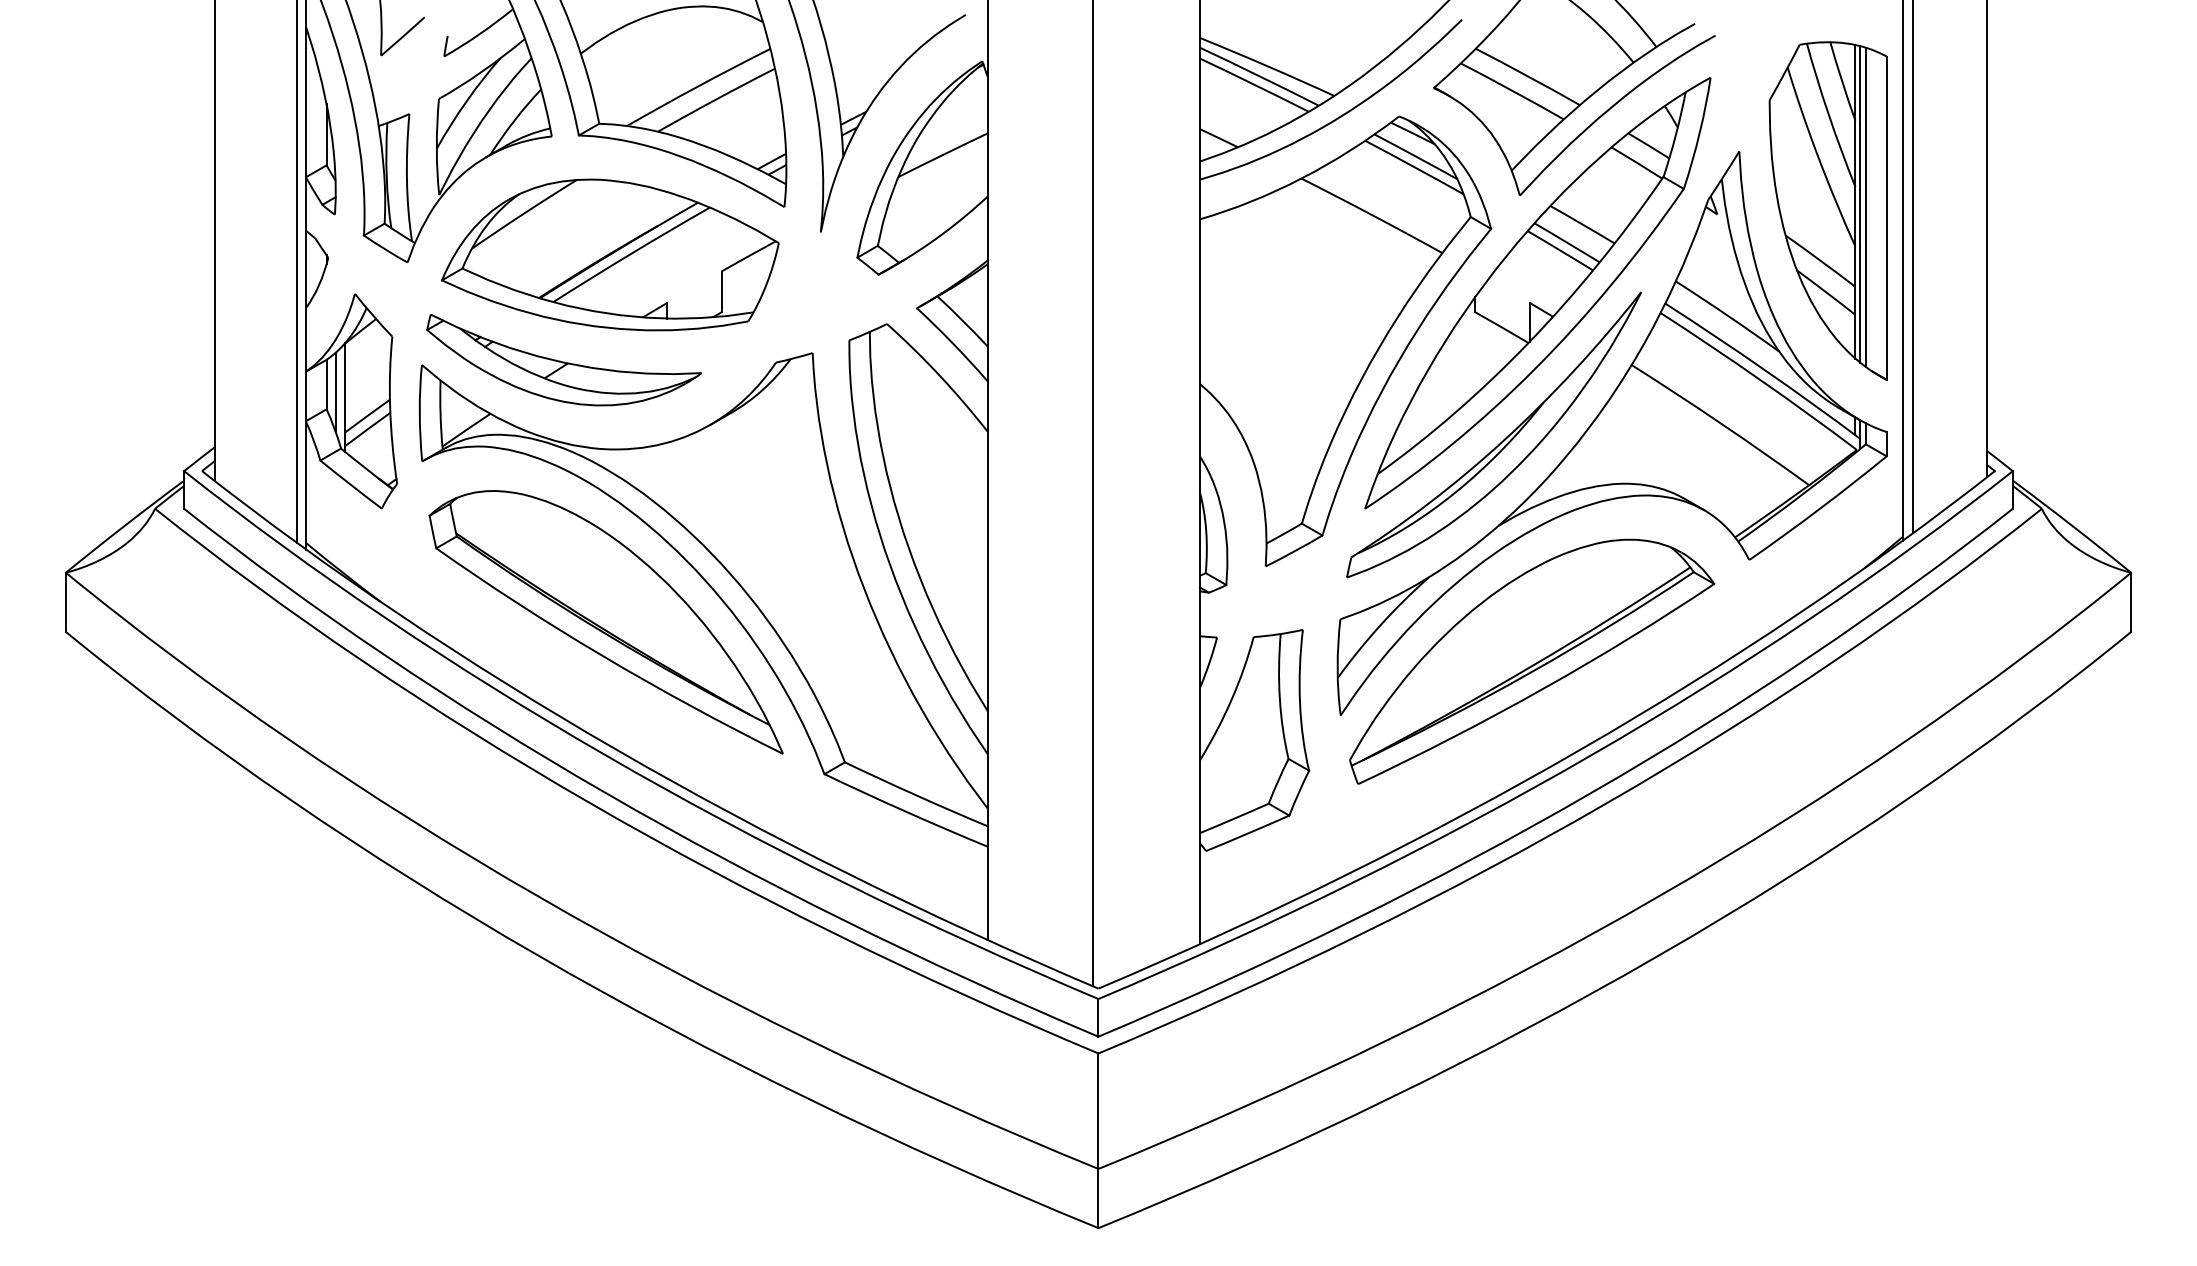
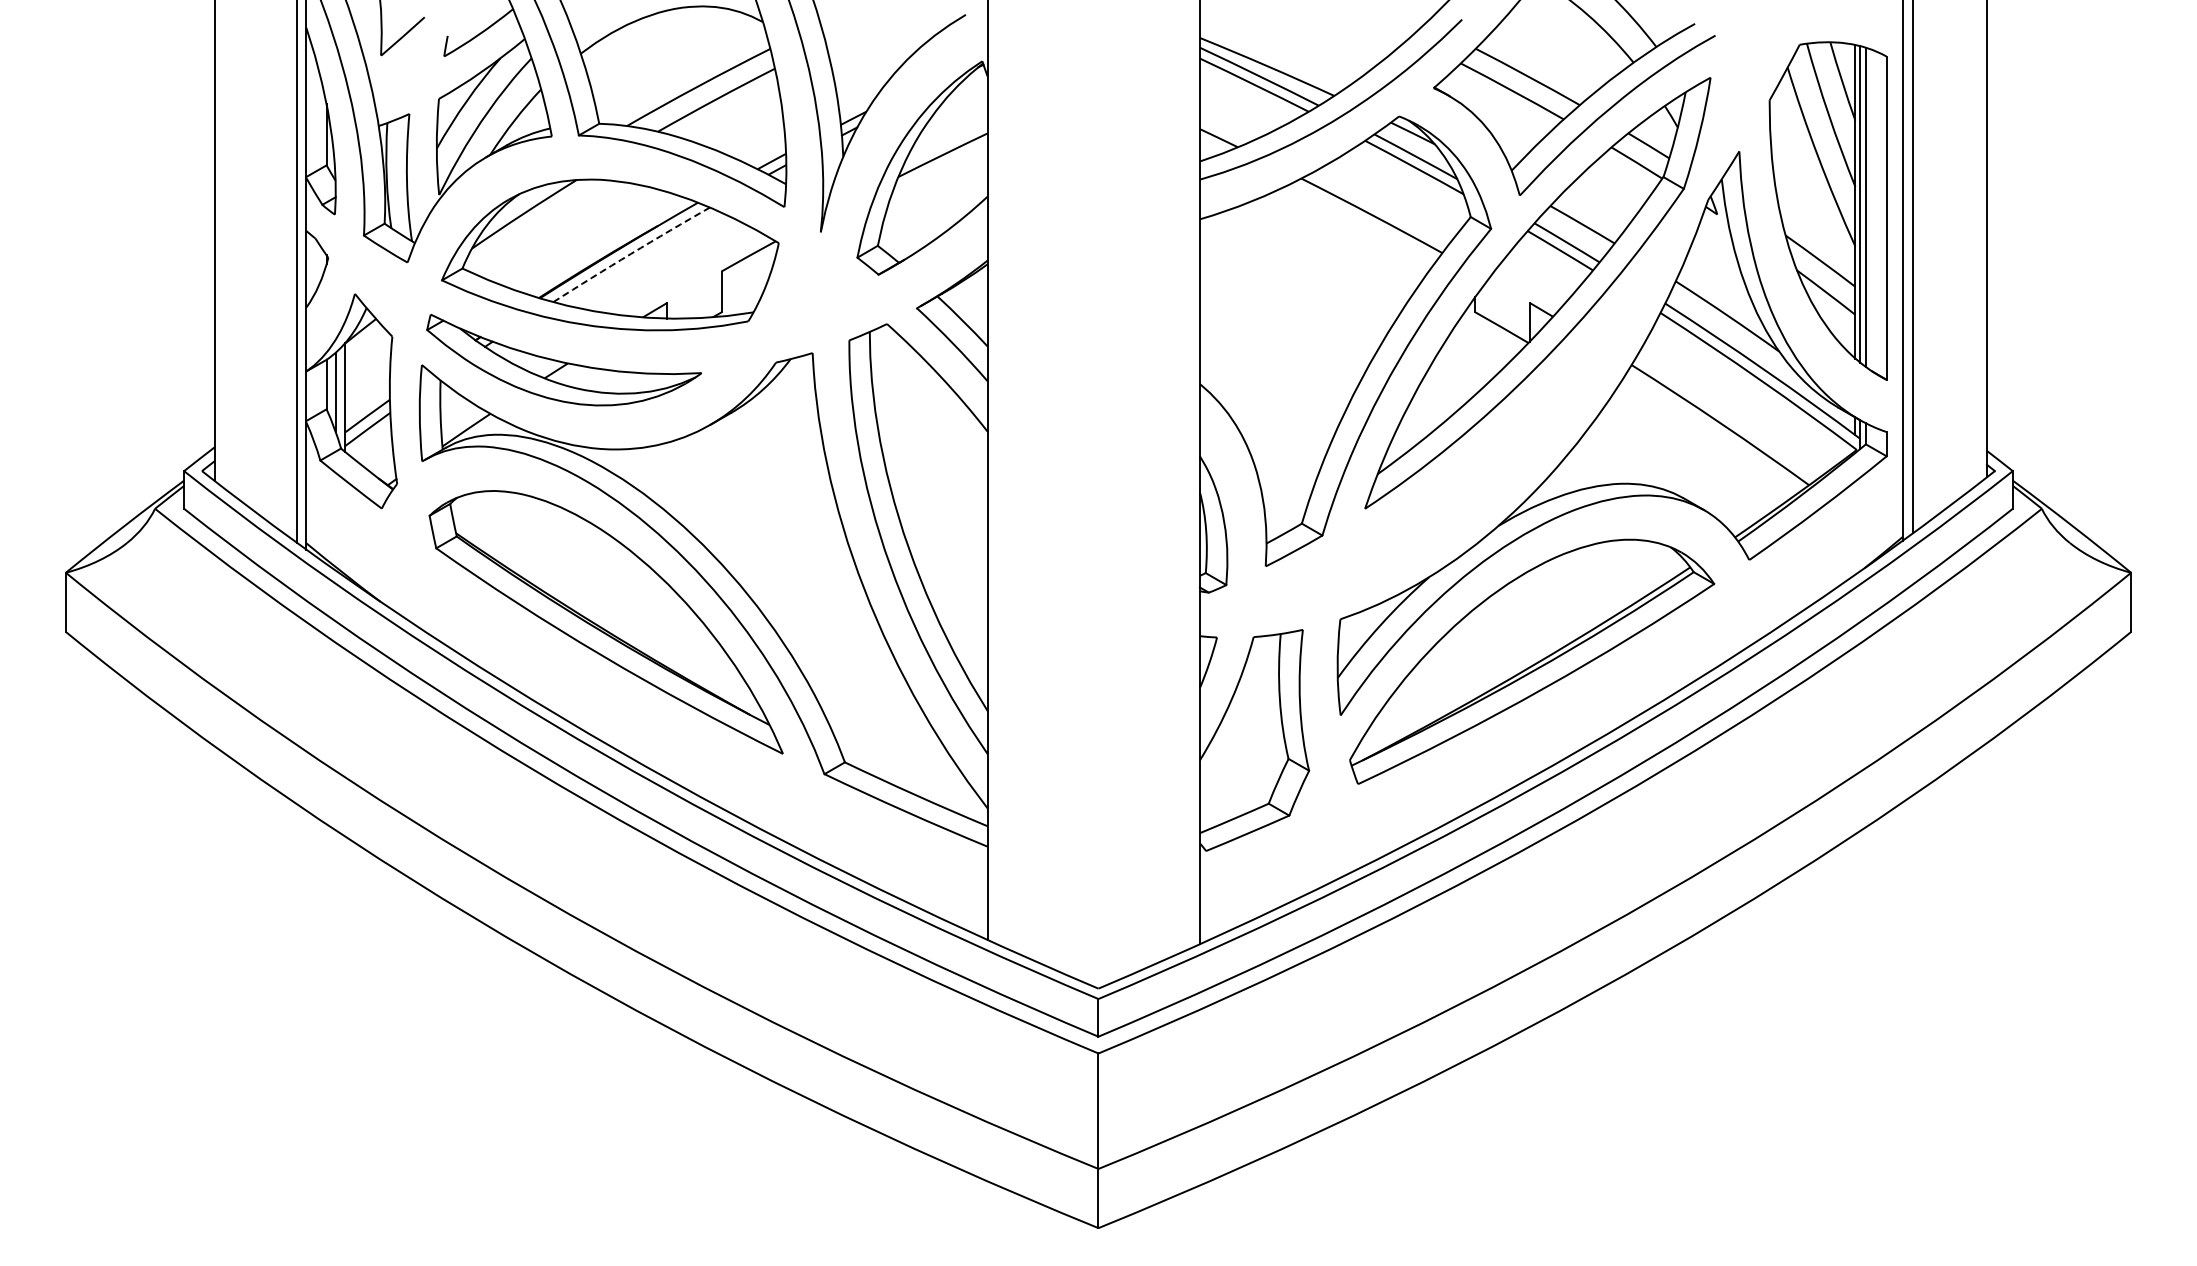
arc at (631, 253): solid -> dashed
part at (1501, 441): present -> none
line at (1092, 494): present -> none
